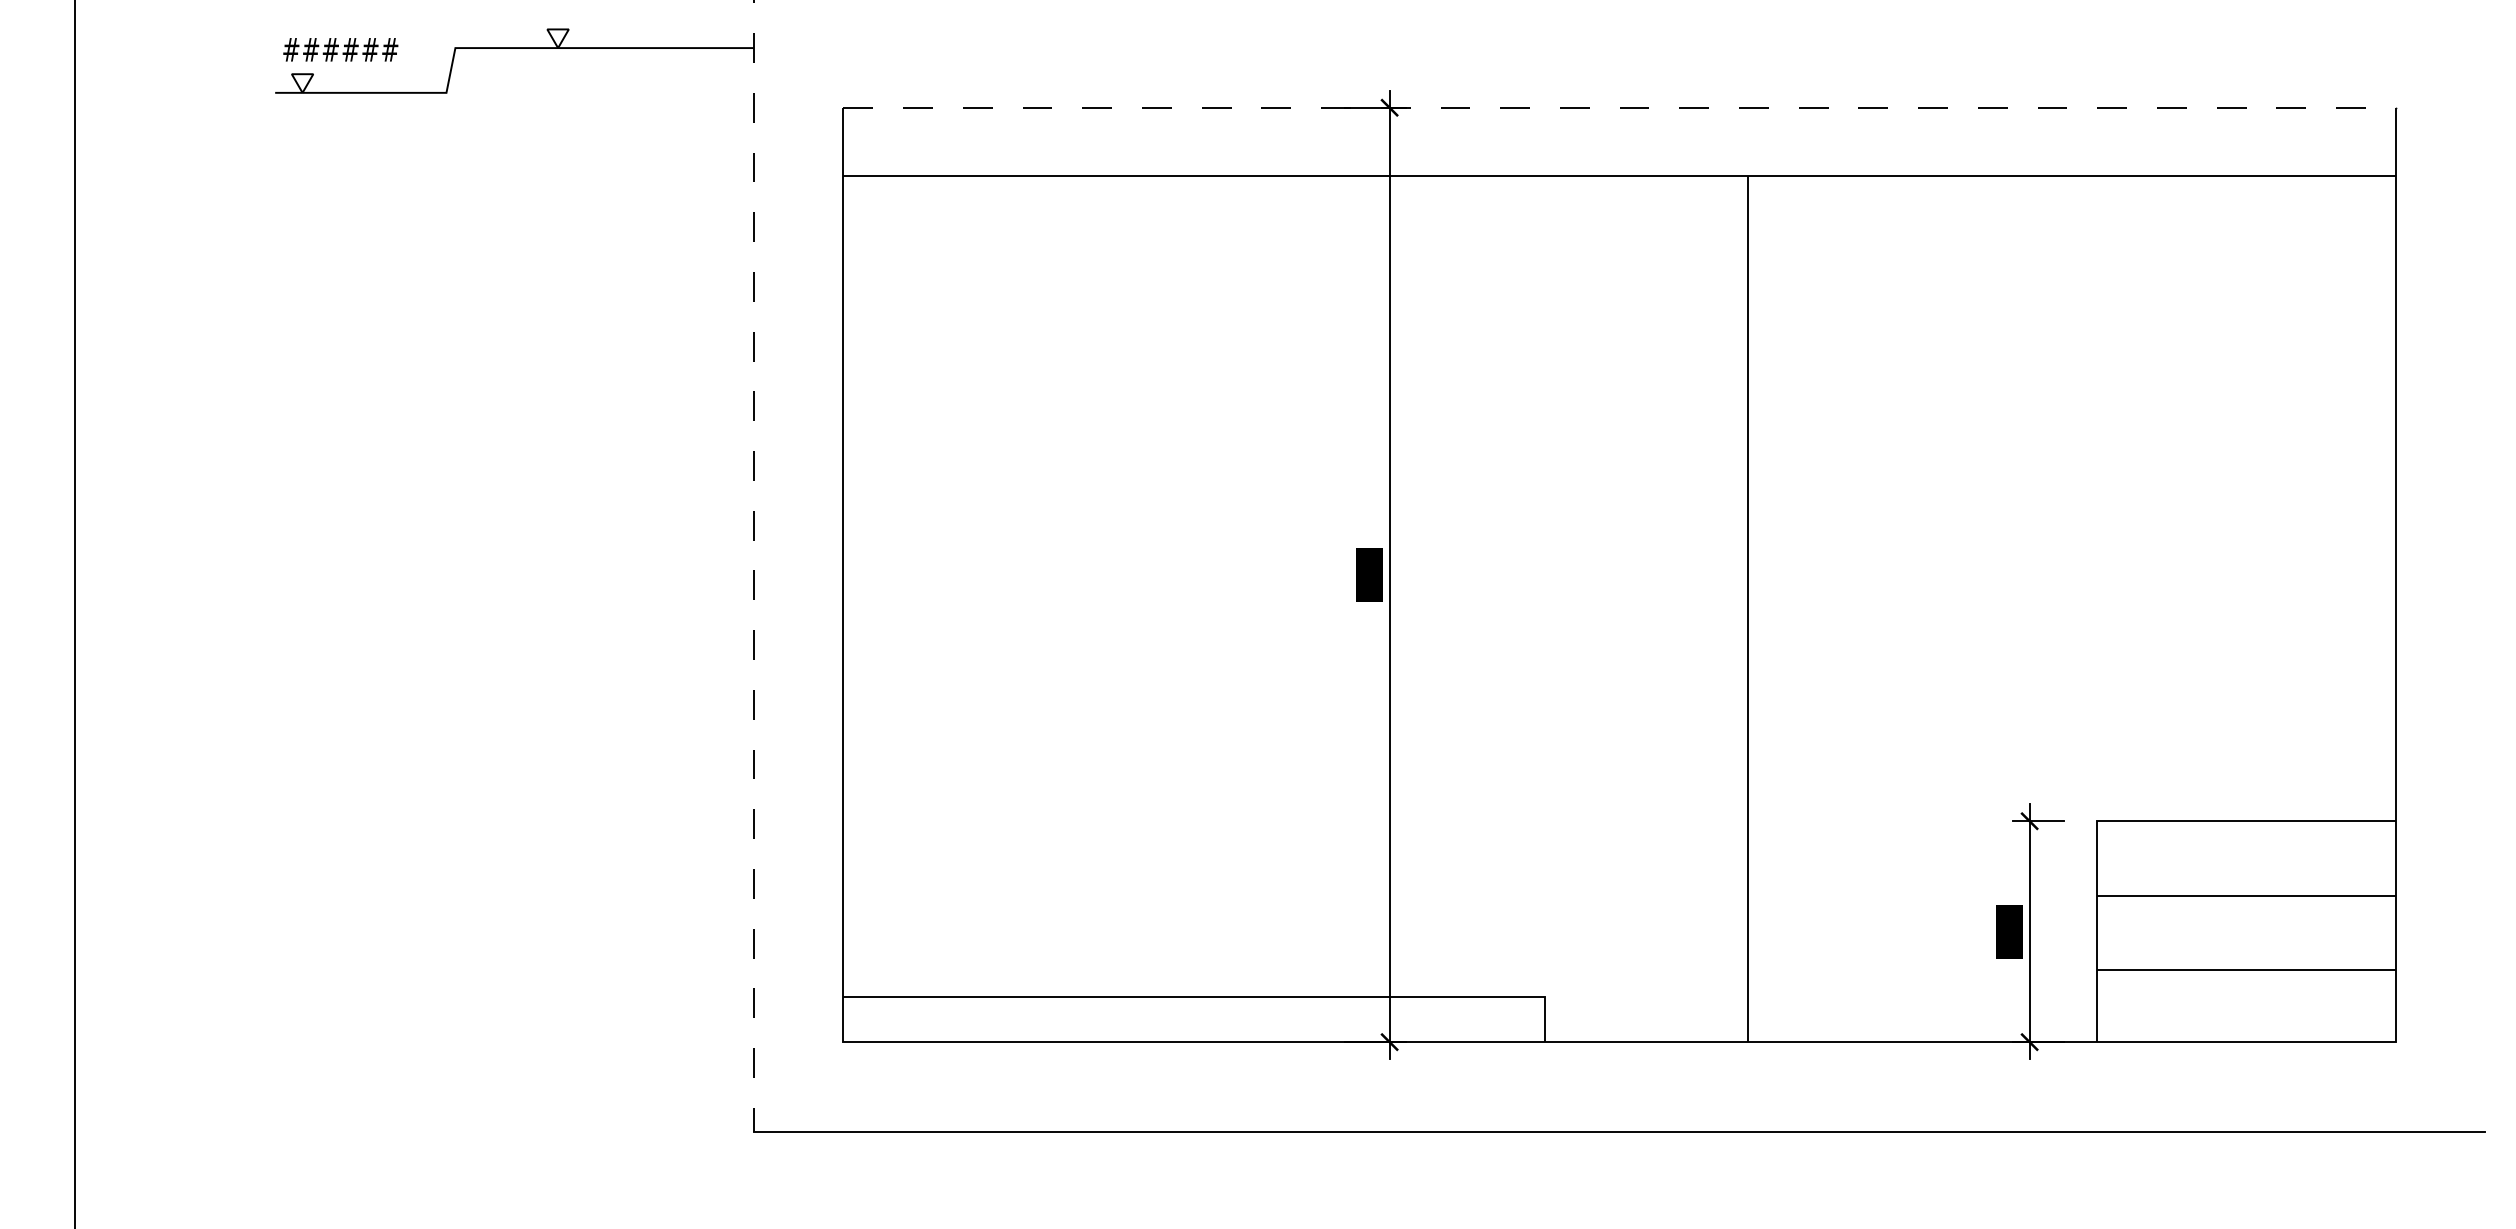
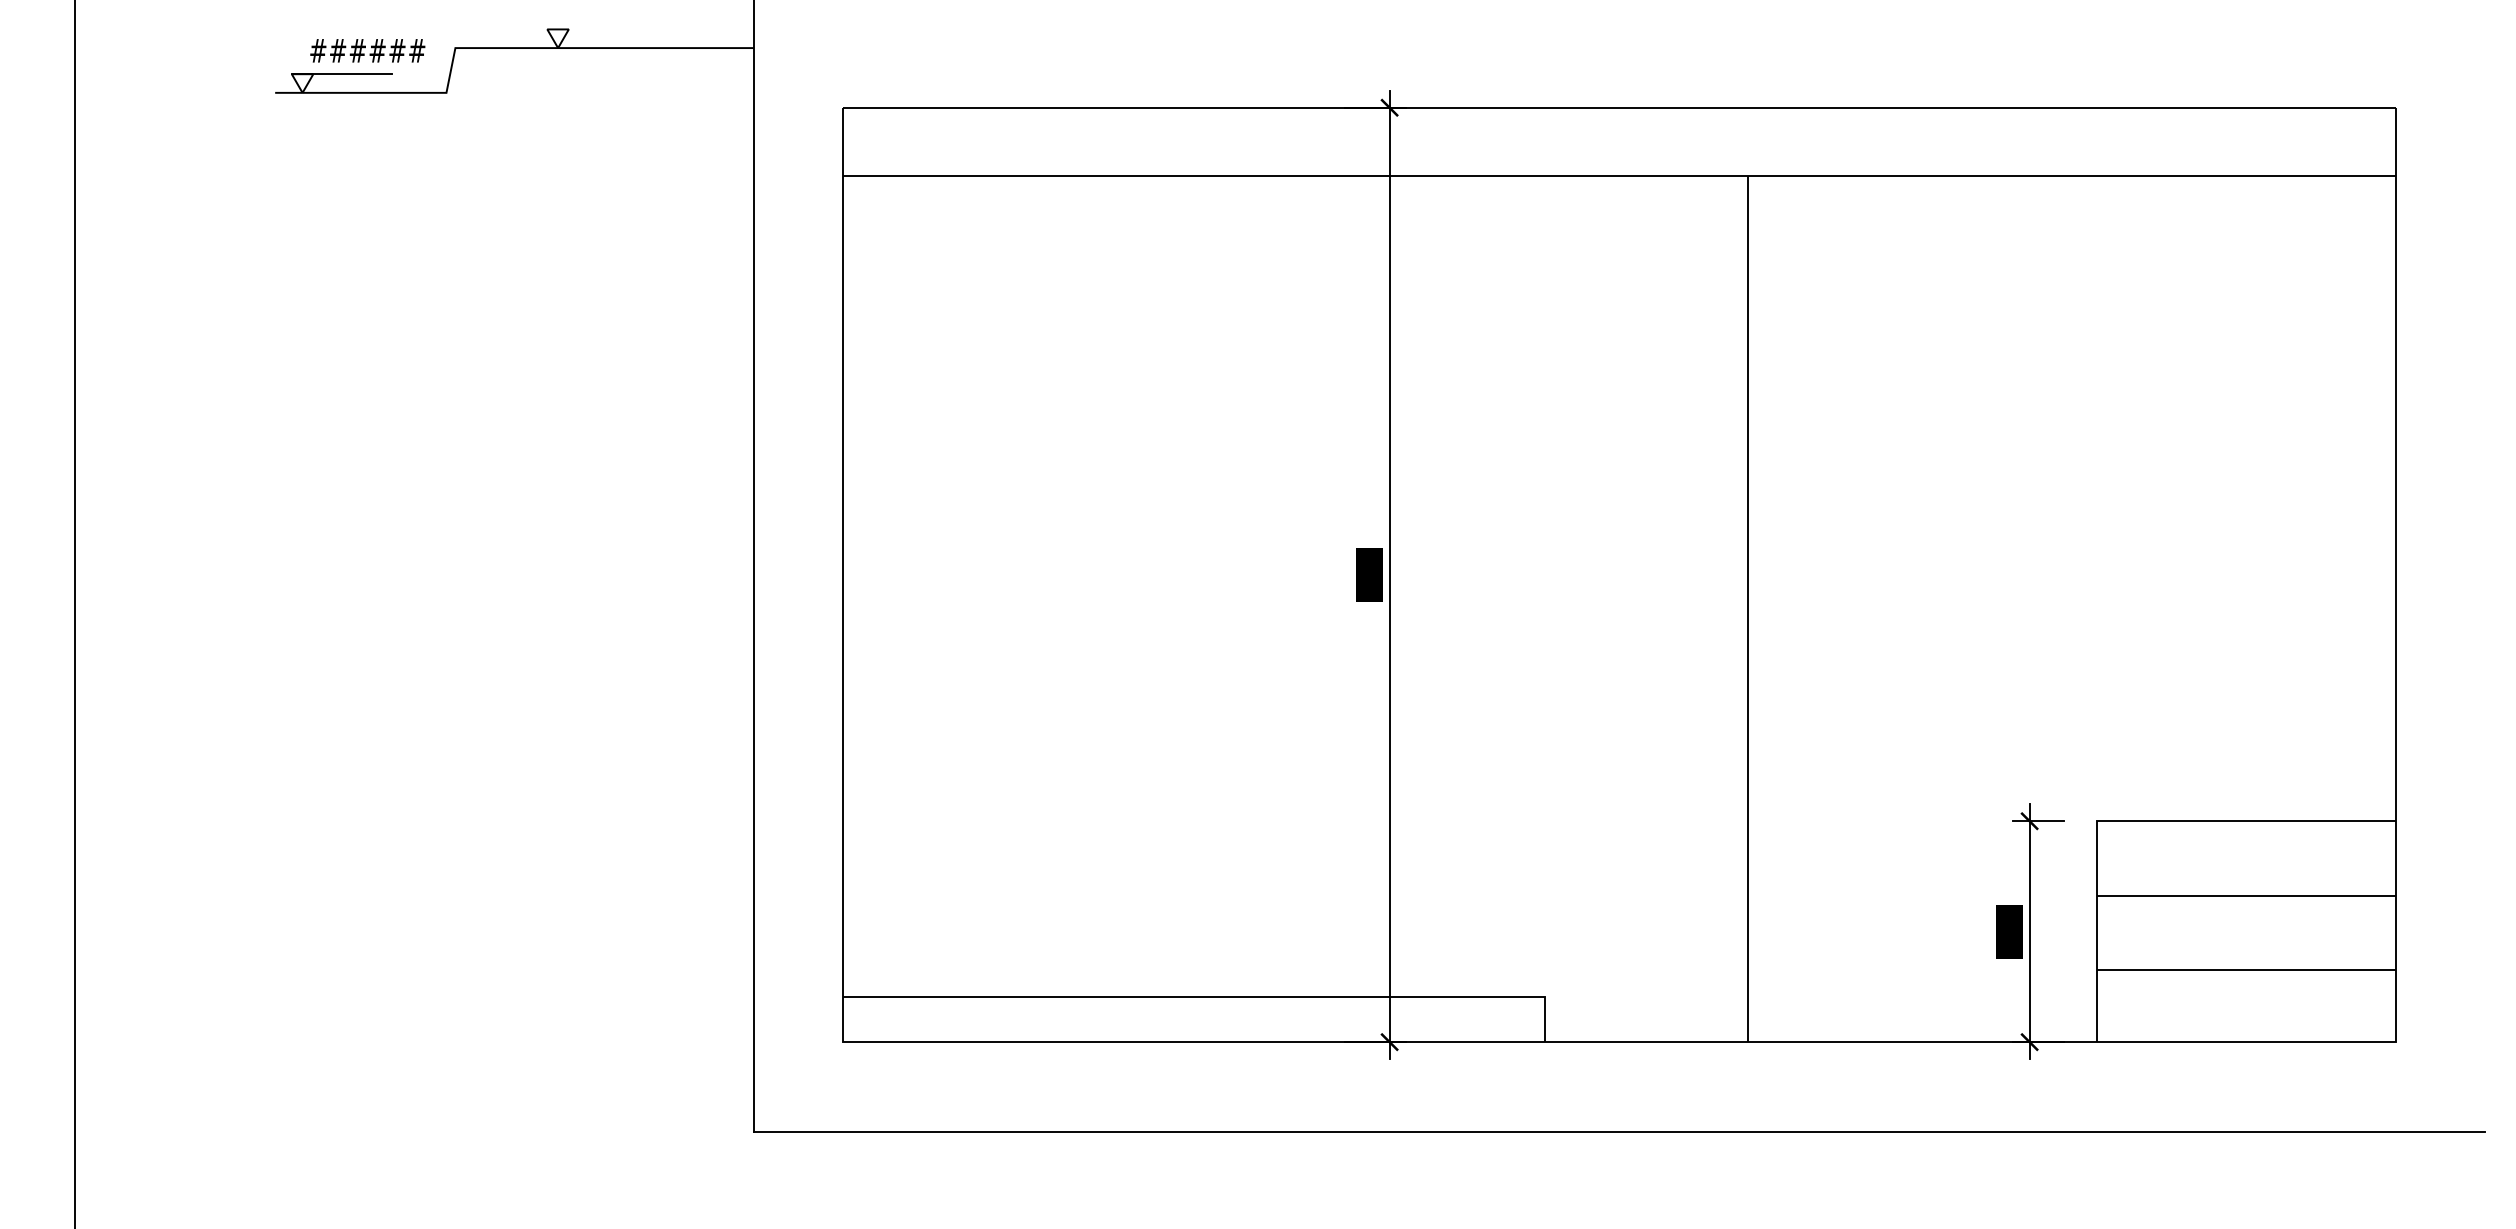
text at (340, 49) position: (340, 49) -> (367, 50)
line at (341, 74): none -> present
line at (1620, 107): dashed -> solid
line at (753, 566): dashed -> solid
